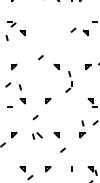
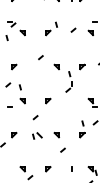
part at (51, 28): none -> present
part at (85, 32) position: (85, 32) -> (90, 32)
part at (88, 66) position: (88, 66) -> (82, 66)
